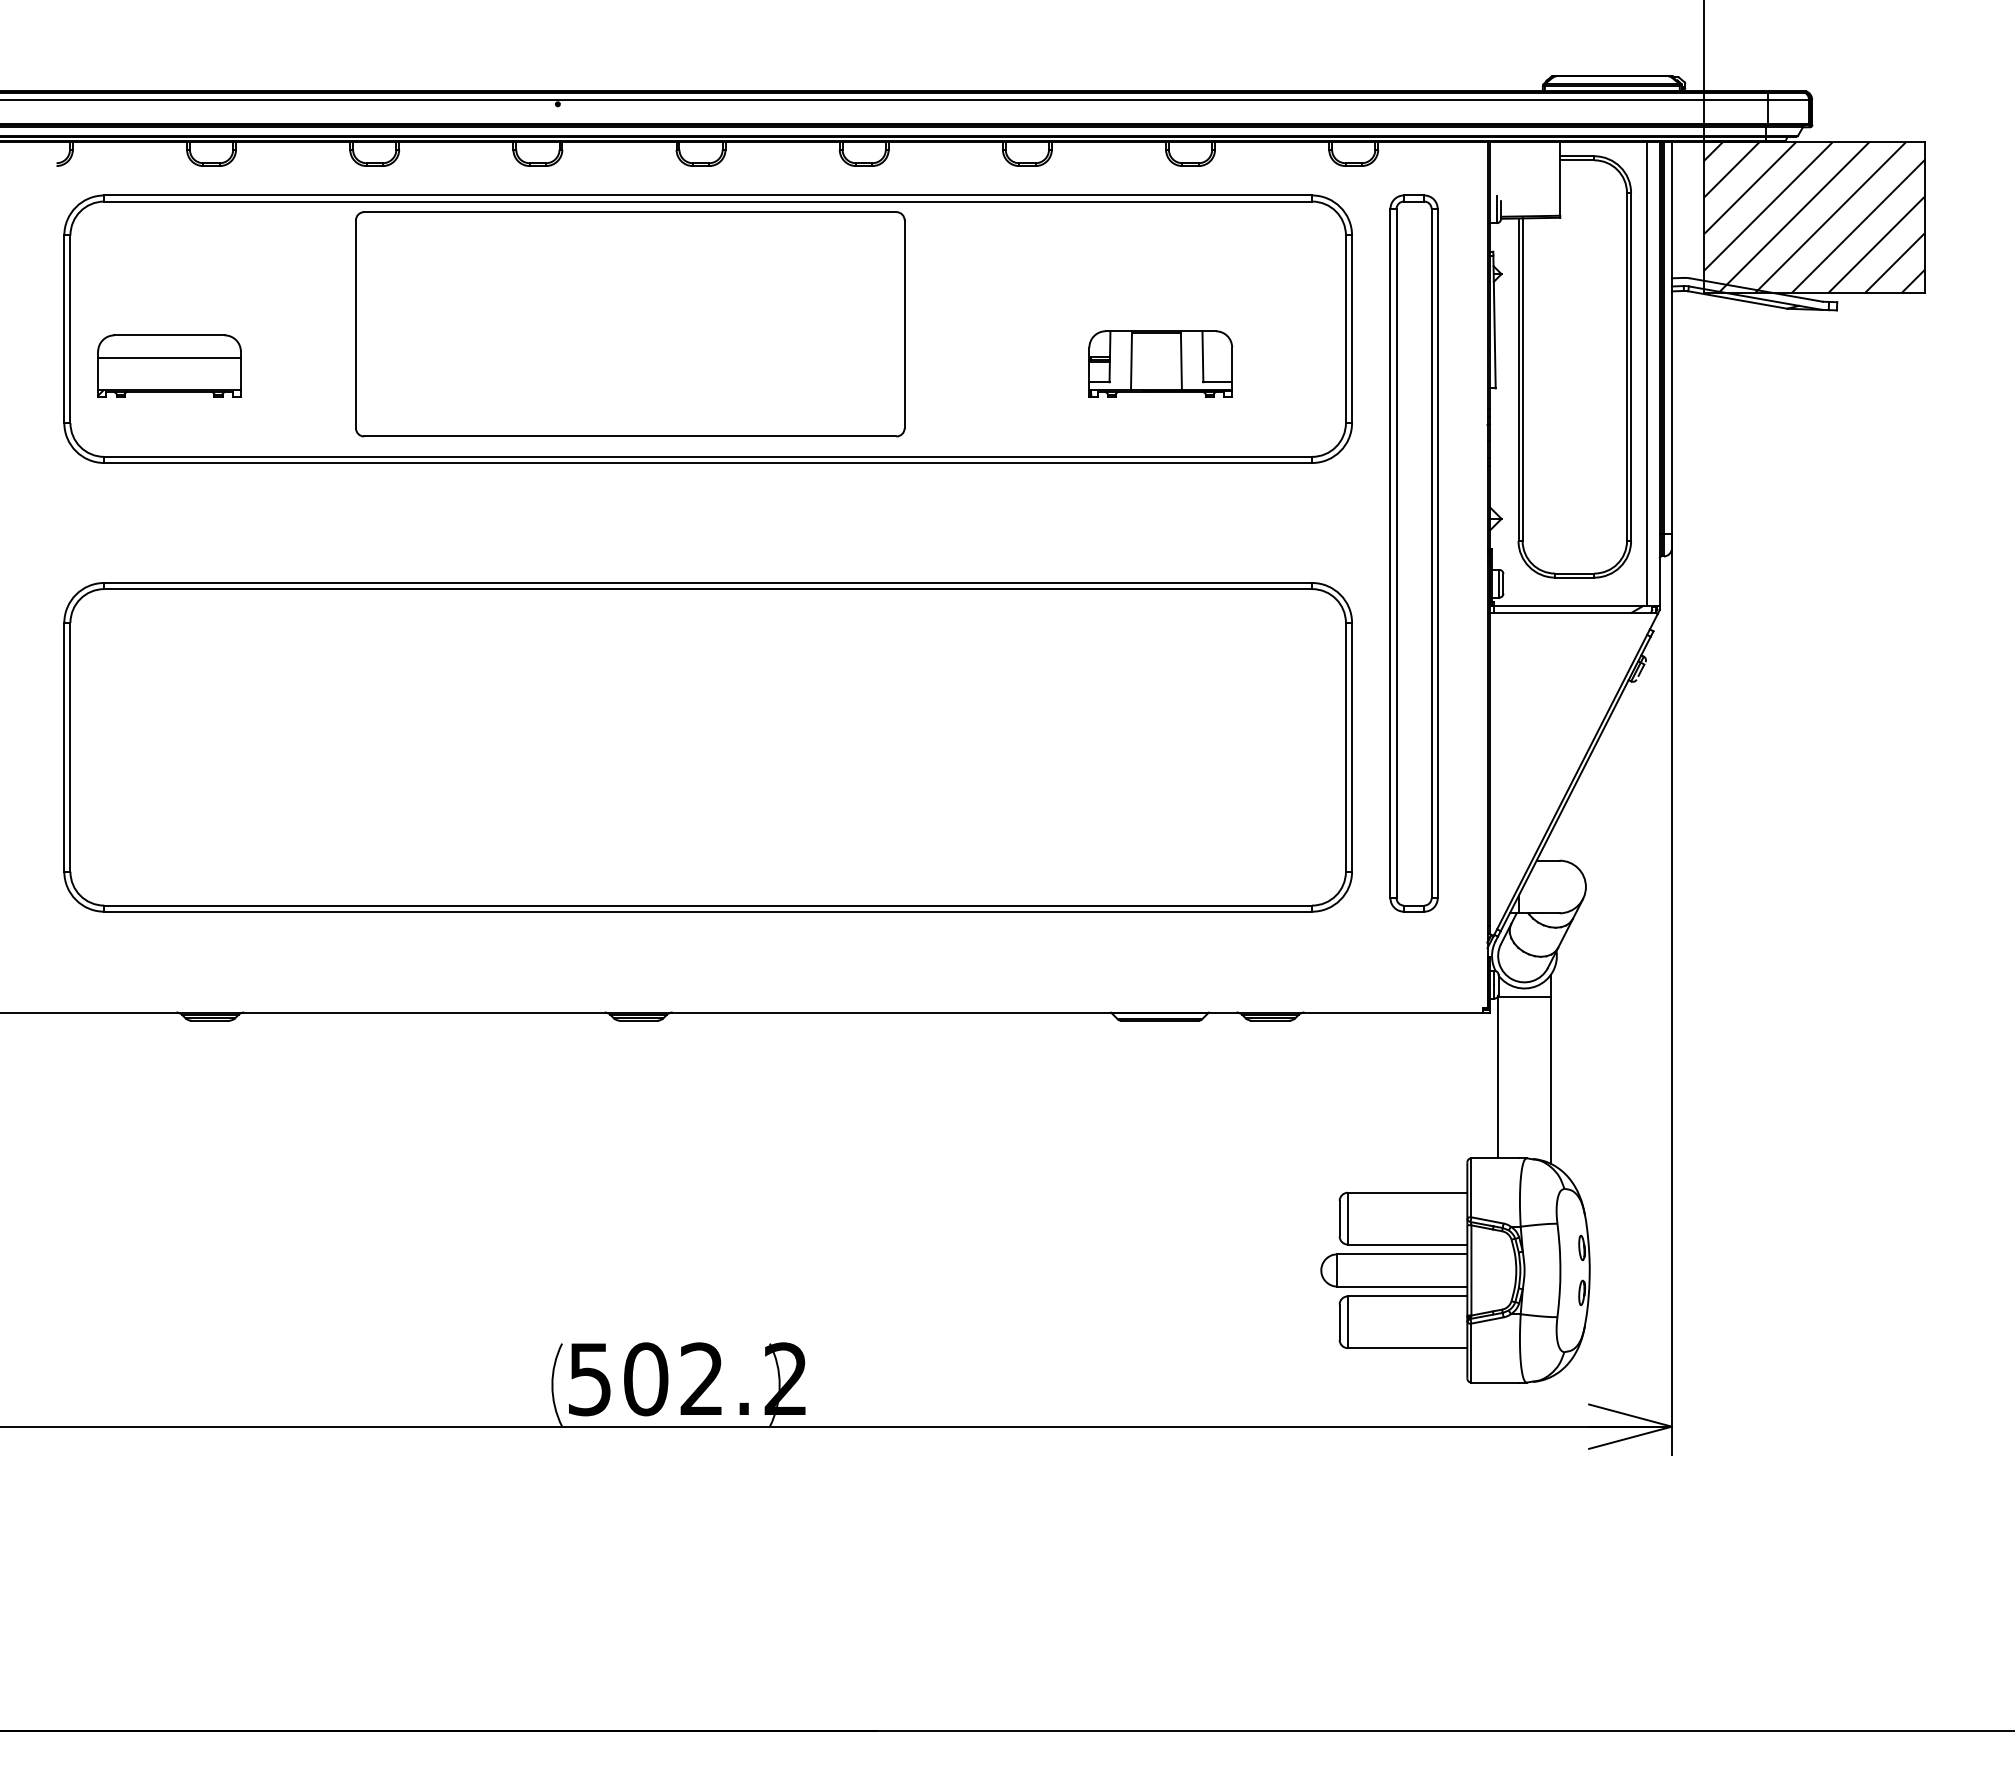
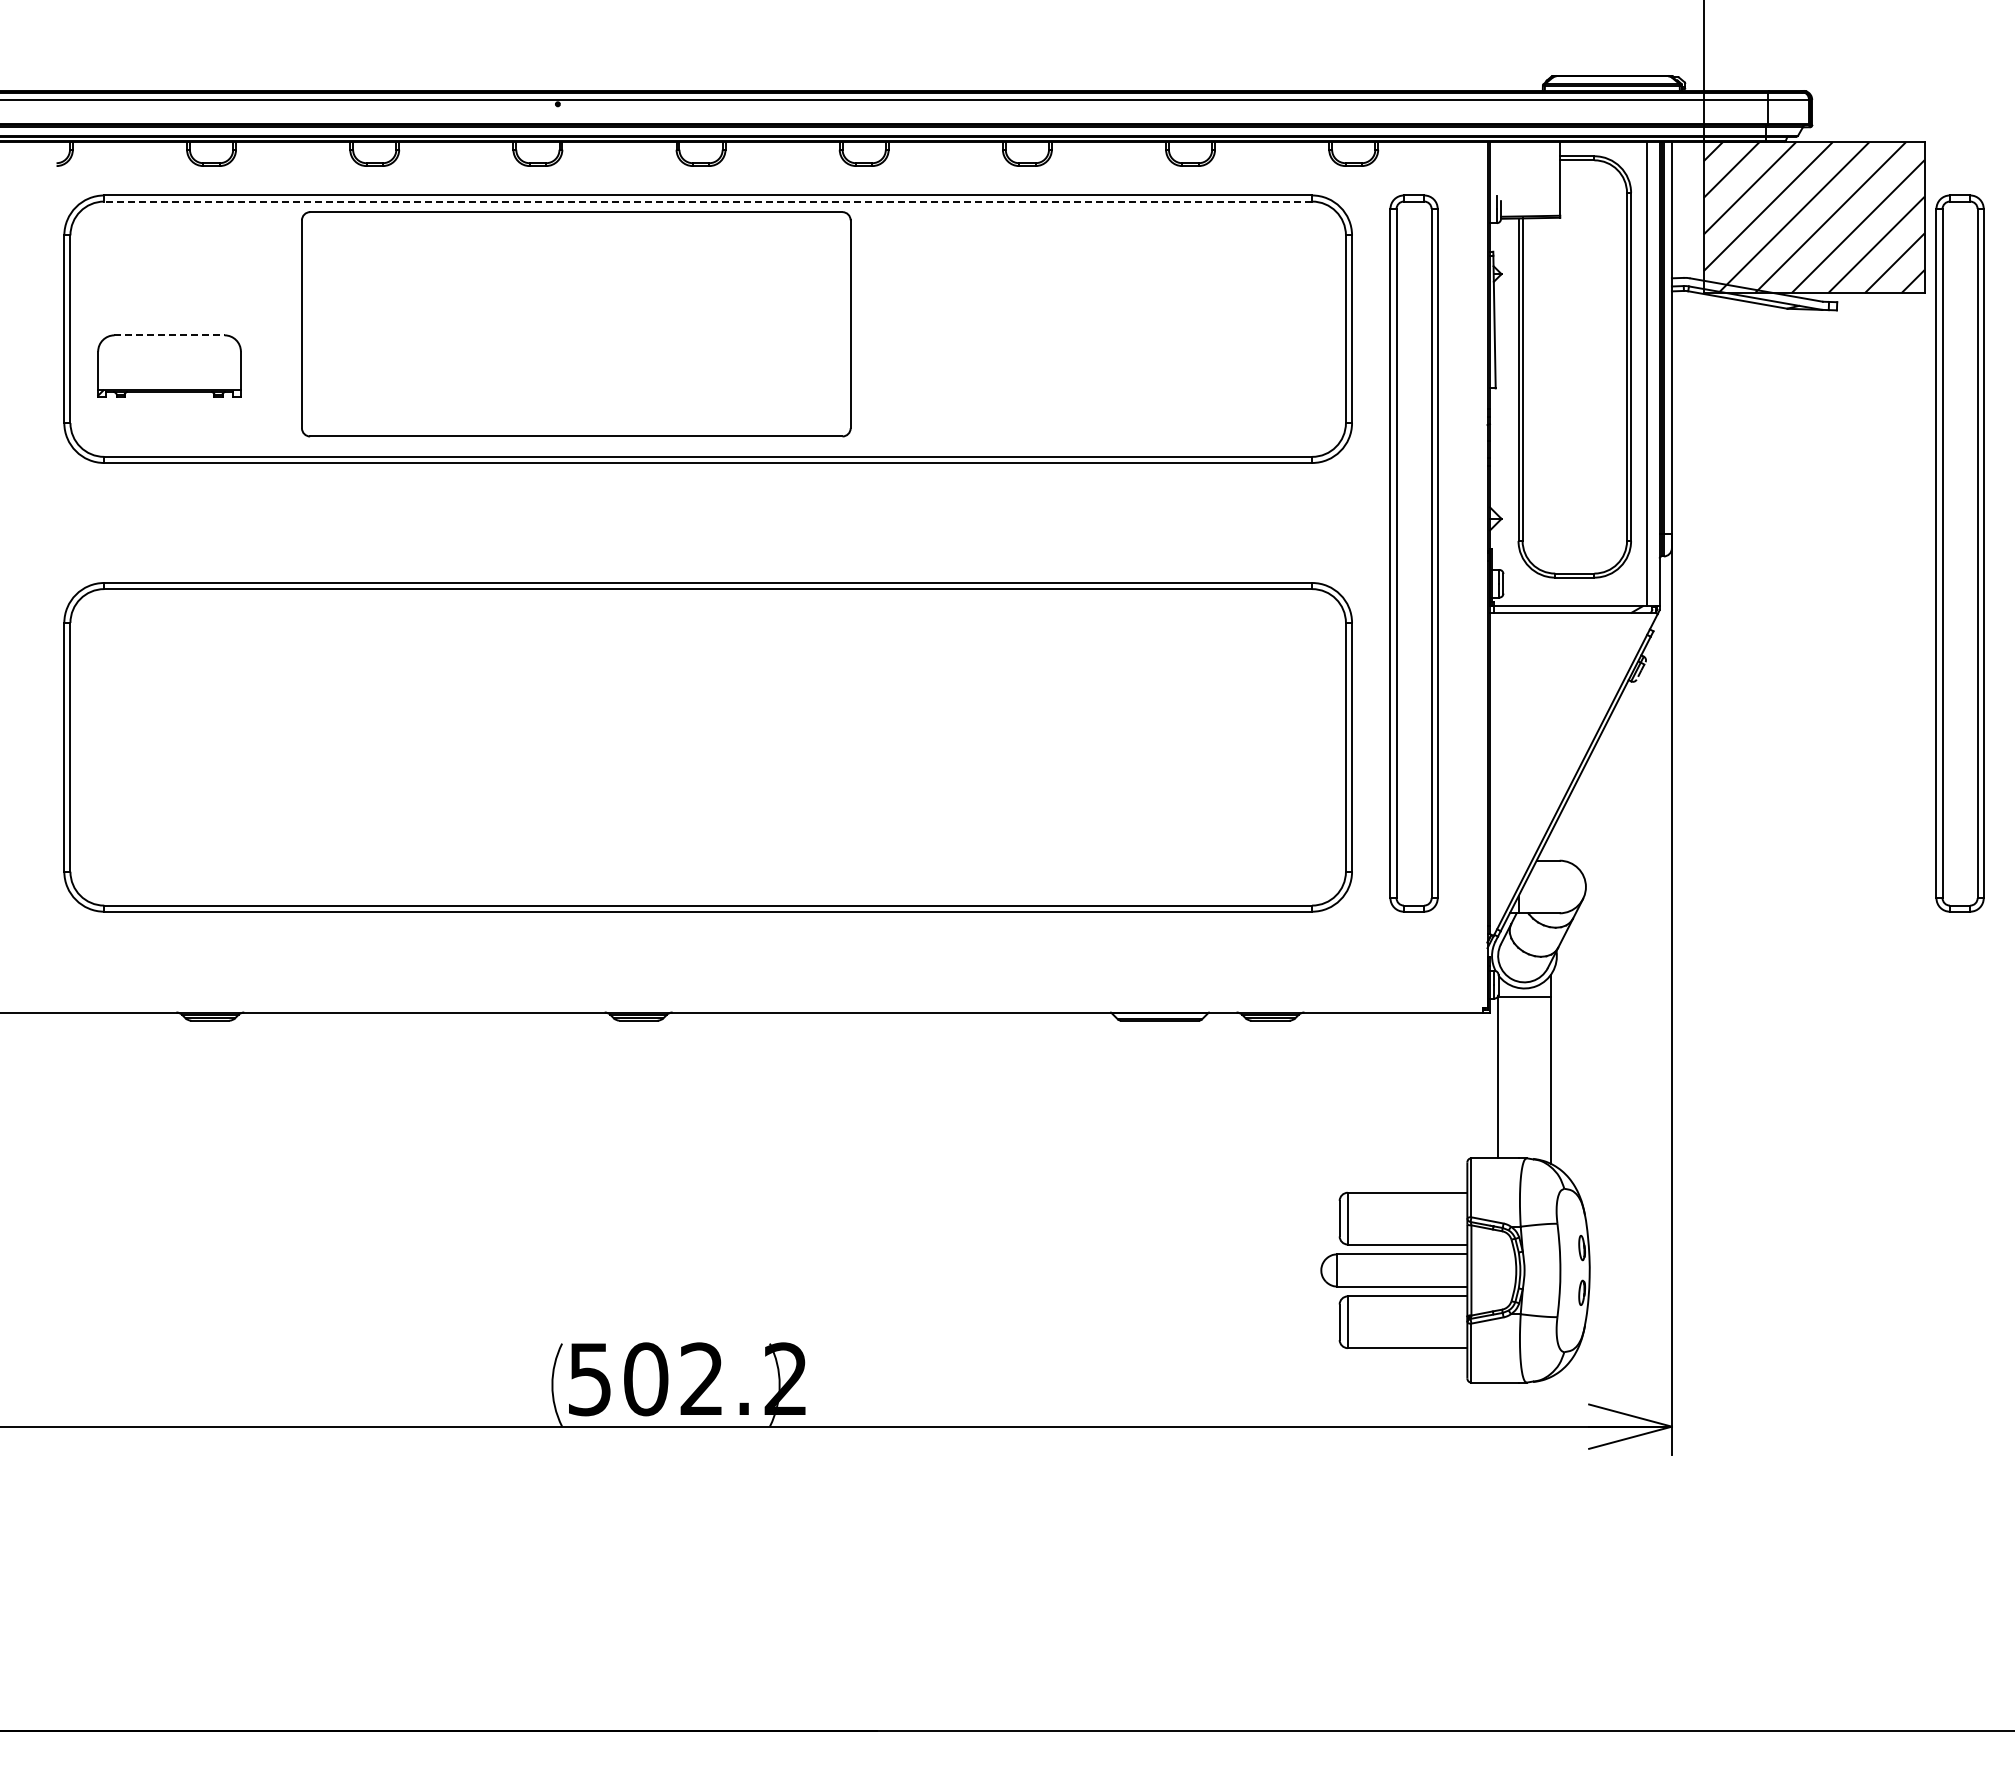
line at (708, 201): solid -> dashed
part at (630, 324) position: (630, 324) -> (576, 324)
line at (170, 335): solid -> dashed
line at (169, 357): present -> none
part at (1160, 363): present -> none
part at (1959, 553): none -> present
